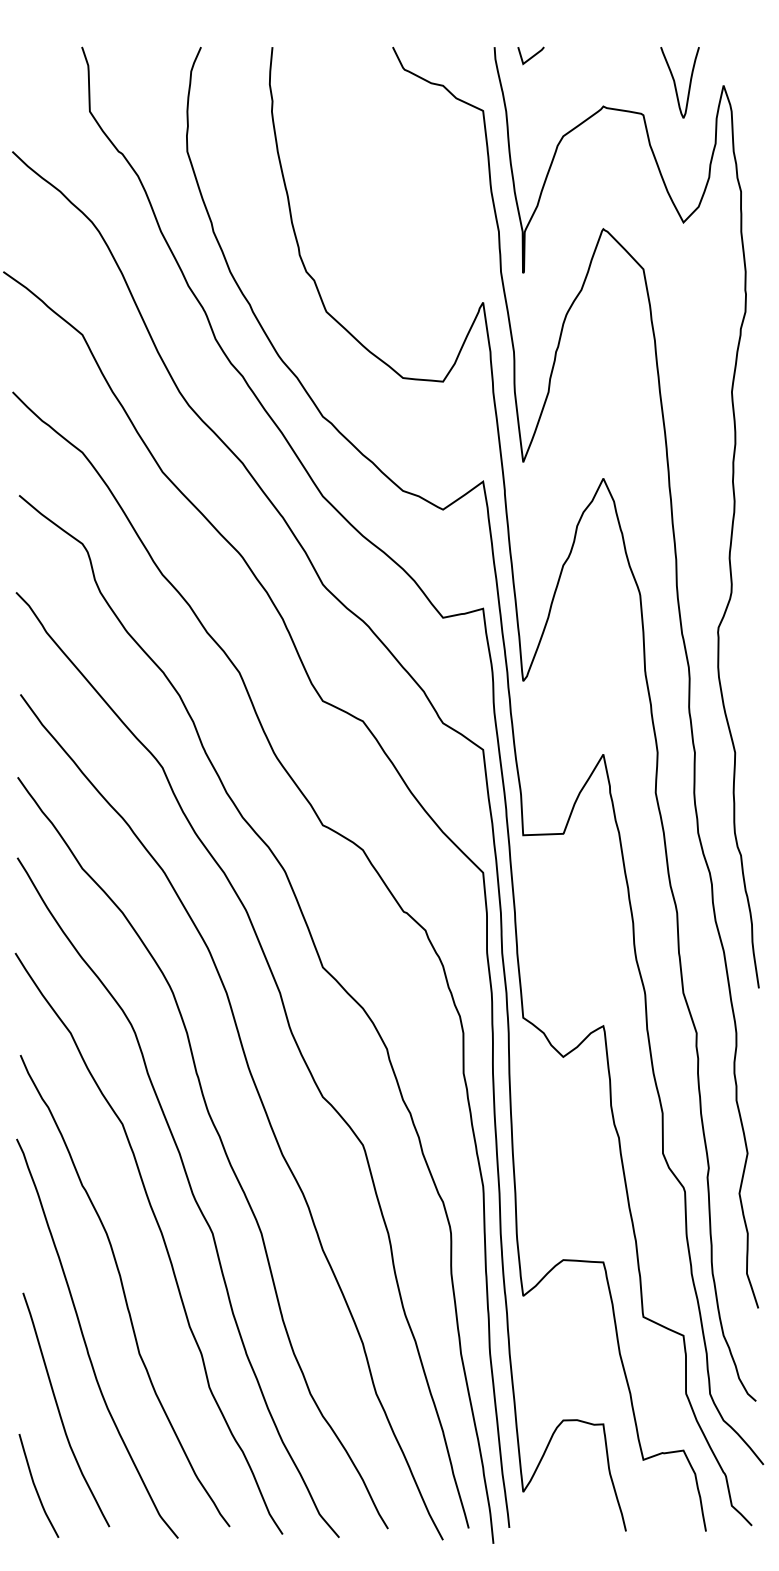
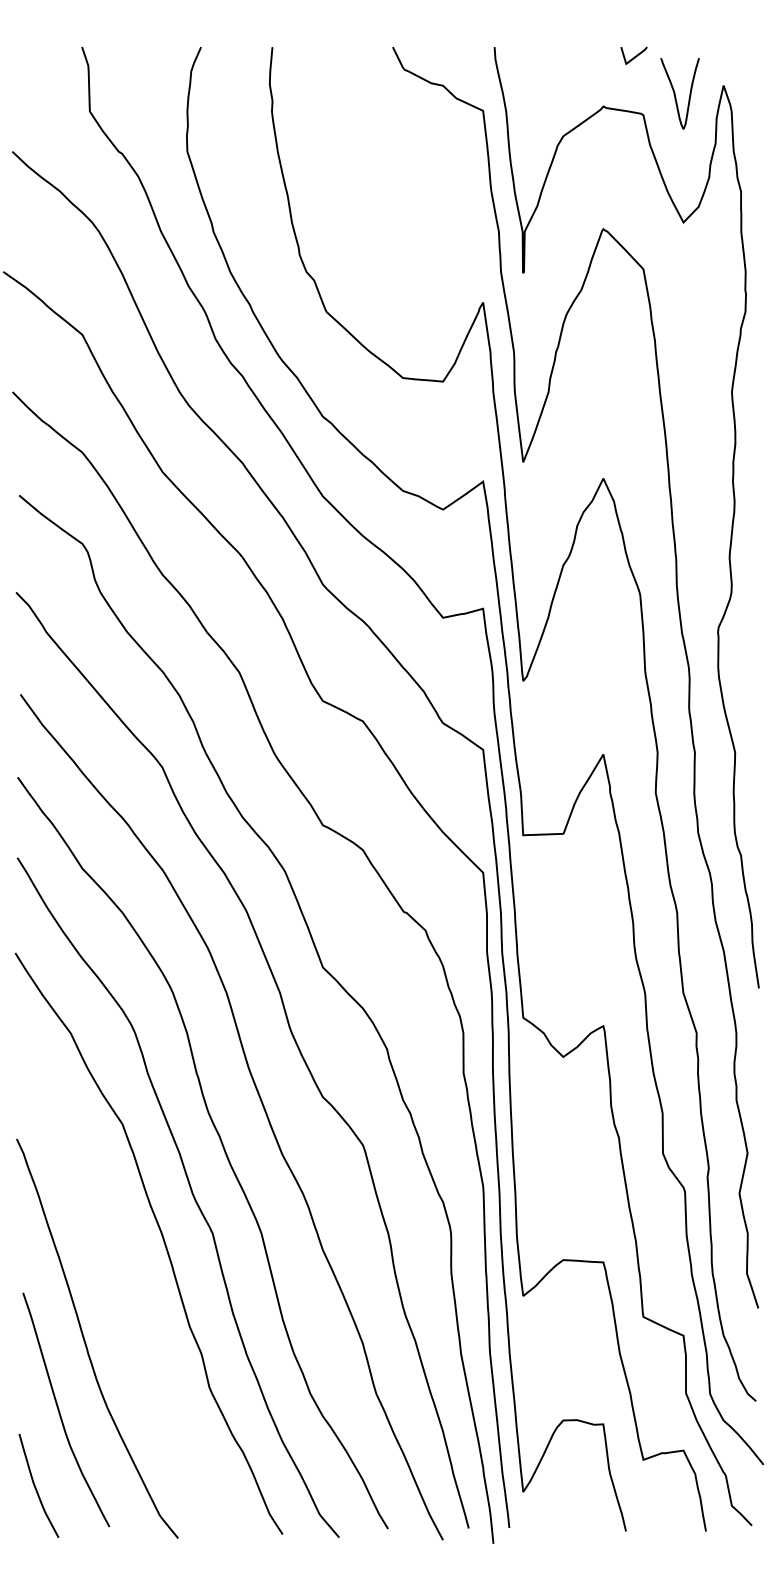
line at (531, 56) position: (531, 56) -> (634, 56)
curve at (675, 82) position: (675, 82) -> (675, 93)
curve at (124, 1291): present -> none
